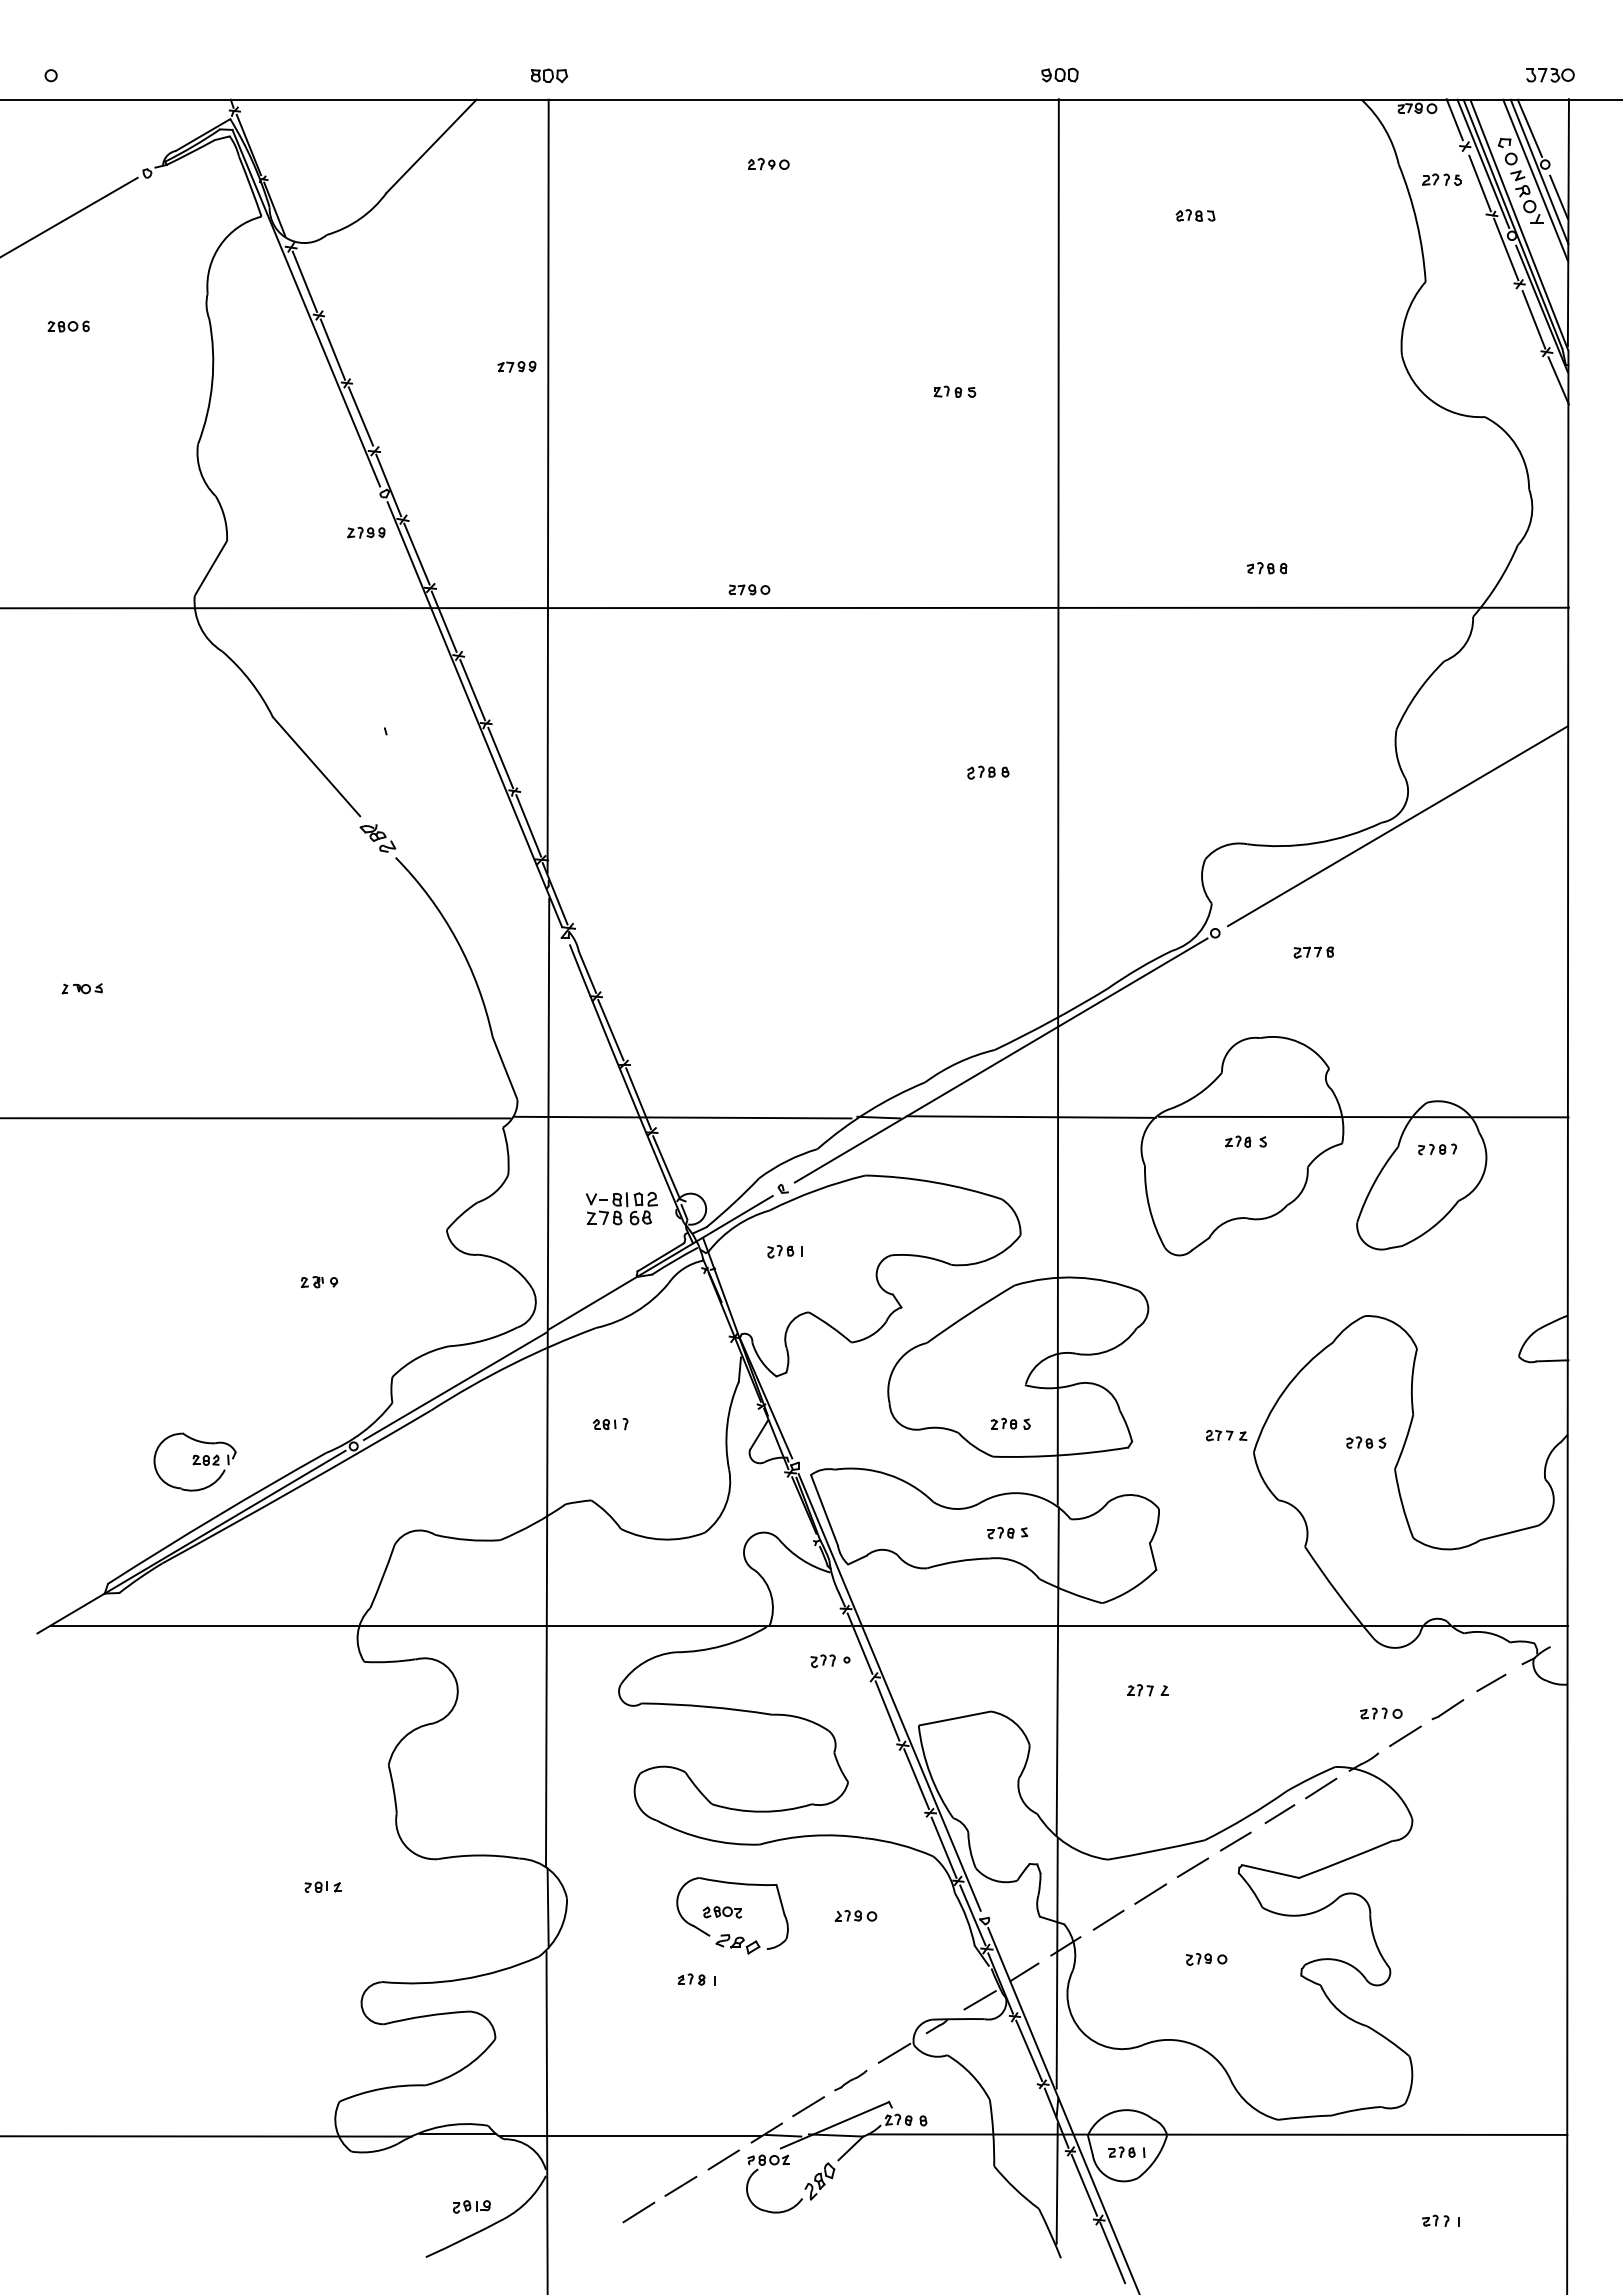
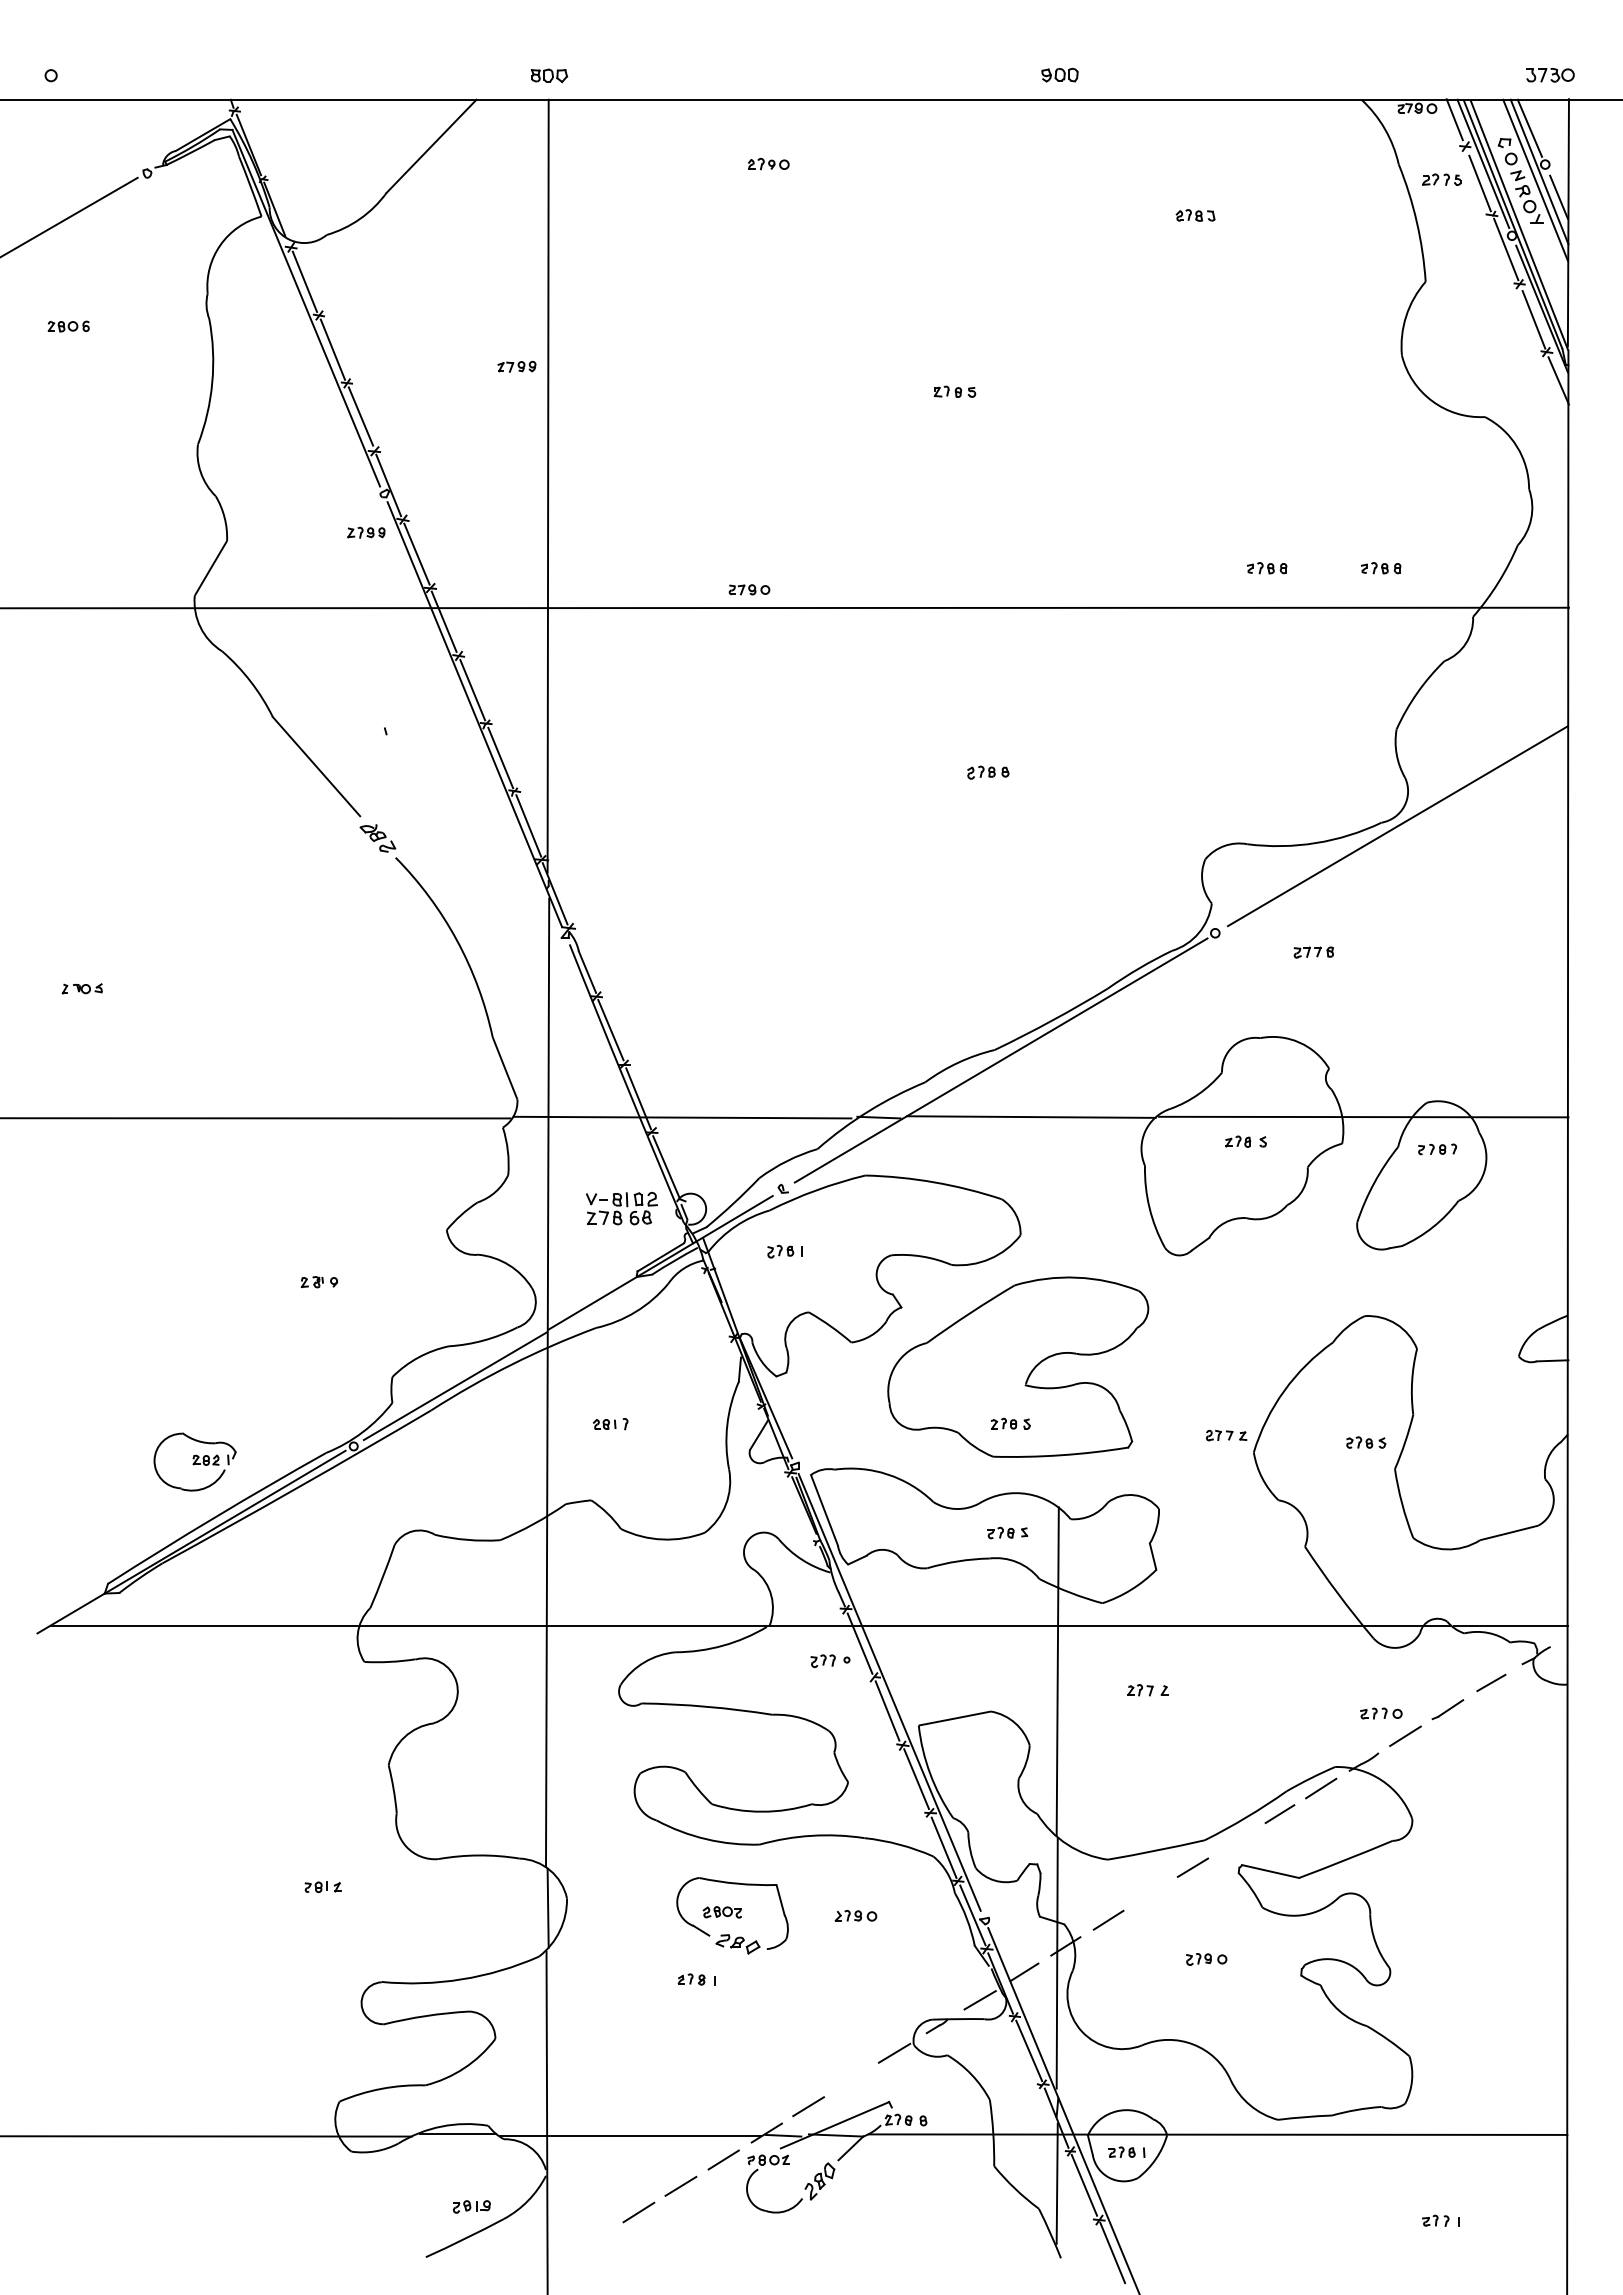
part at (1381, 568): none -> present
line at (1057, 801): present -> none
line at (1235, 1841): present -> none
line at (1150, 1893): present -> none
line at (850, 2080): present -> none
